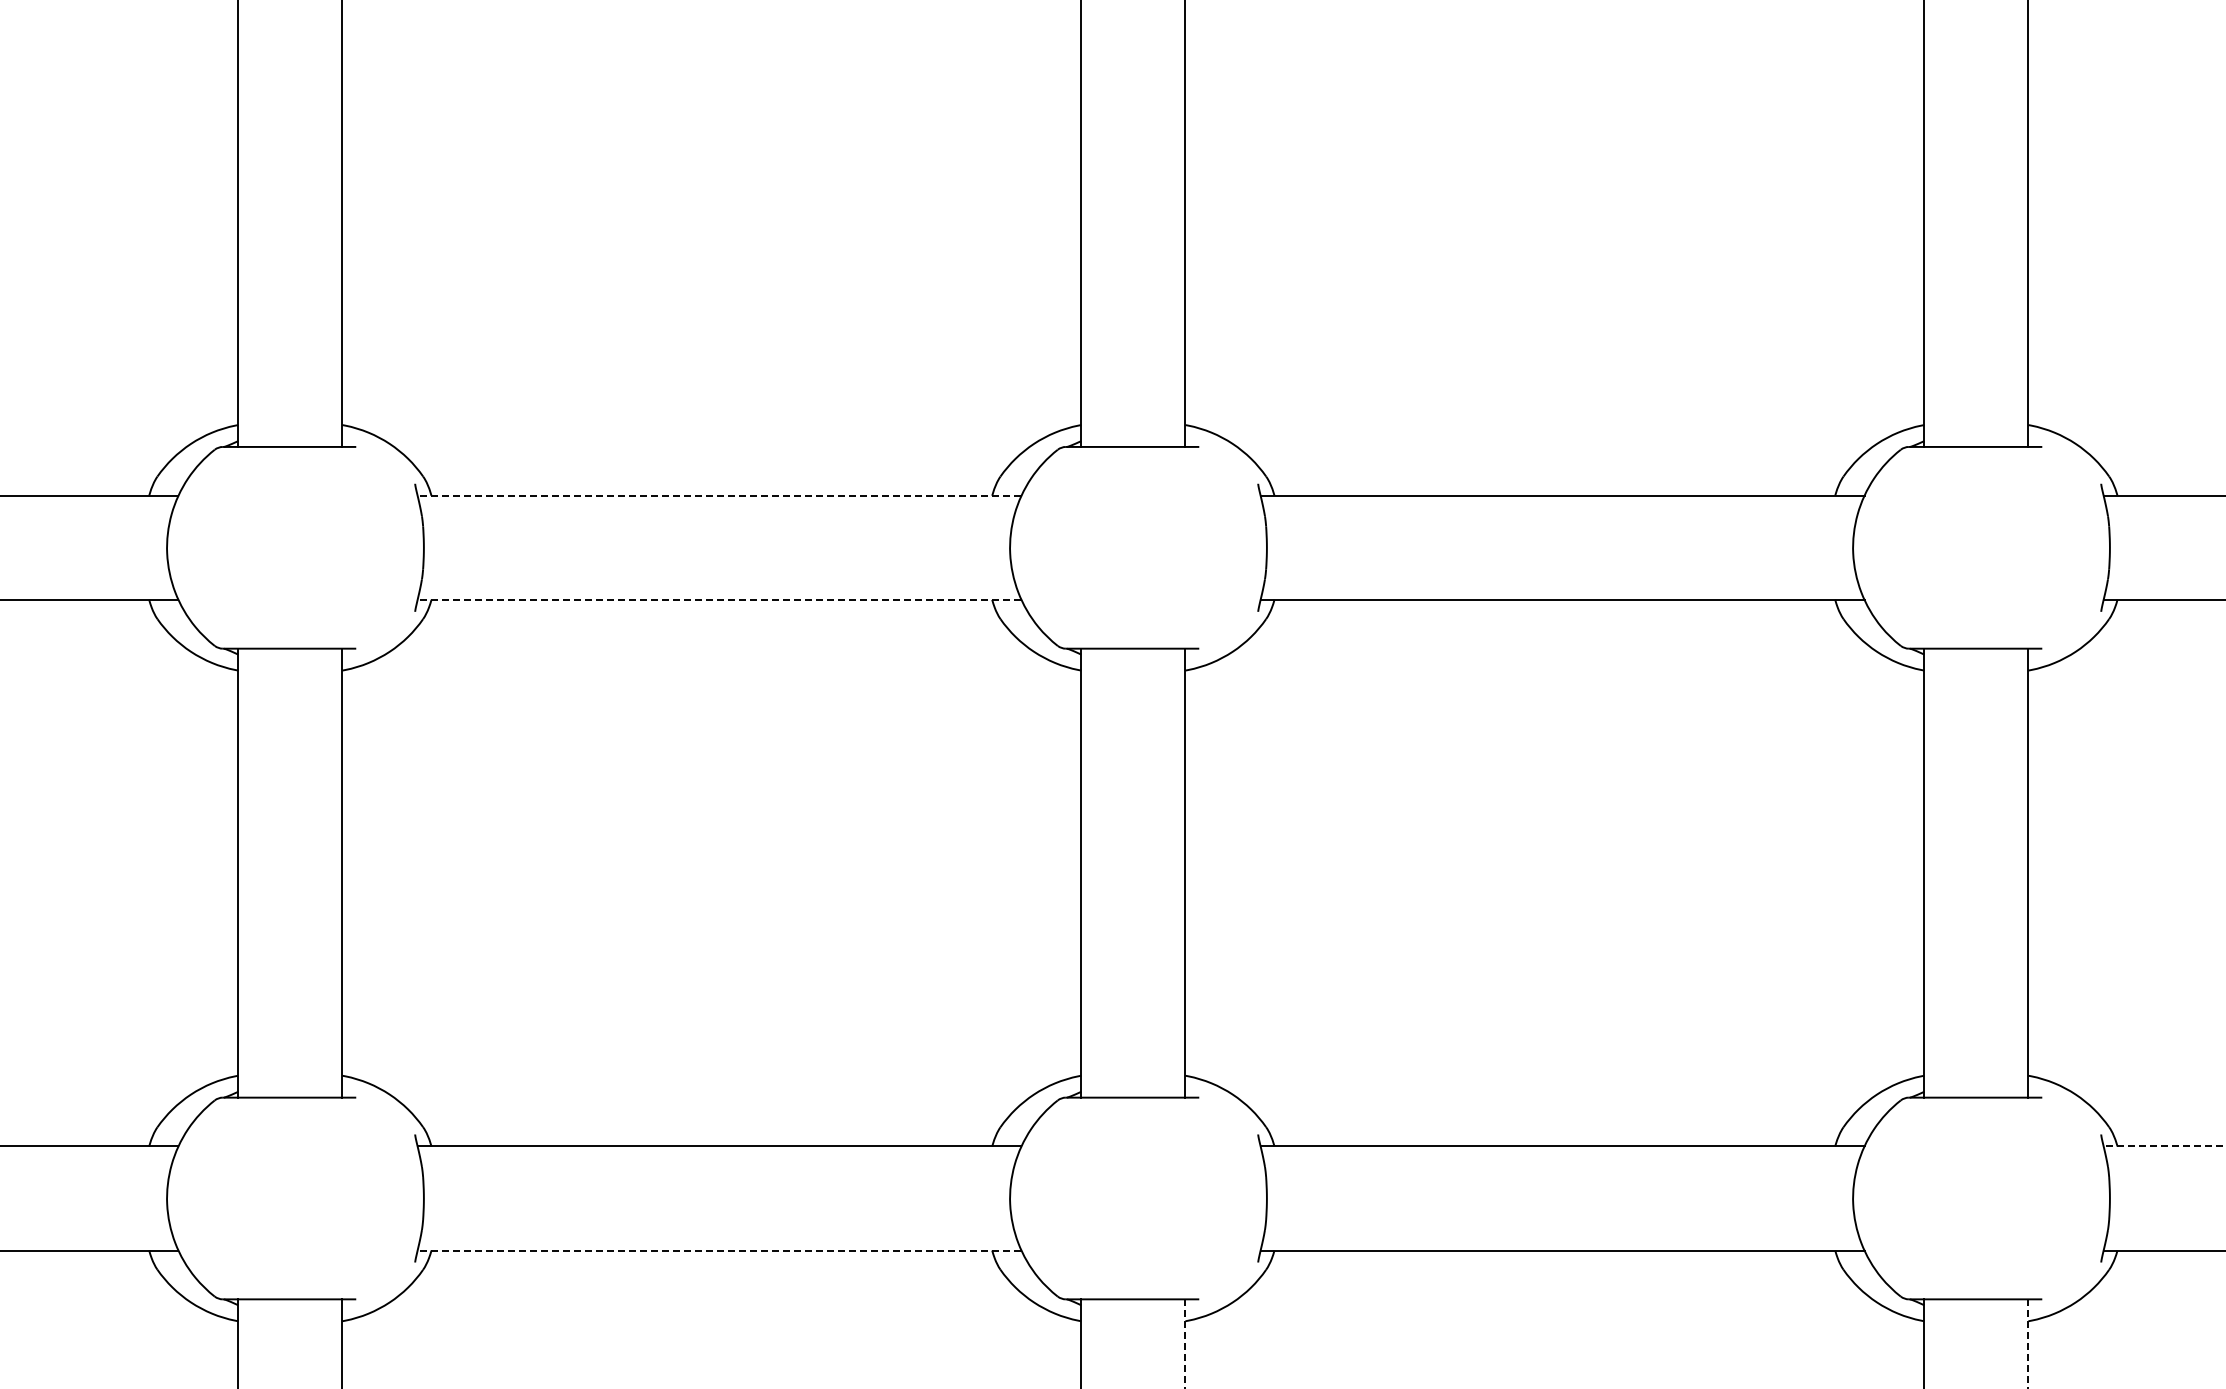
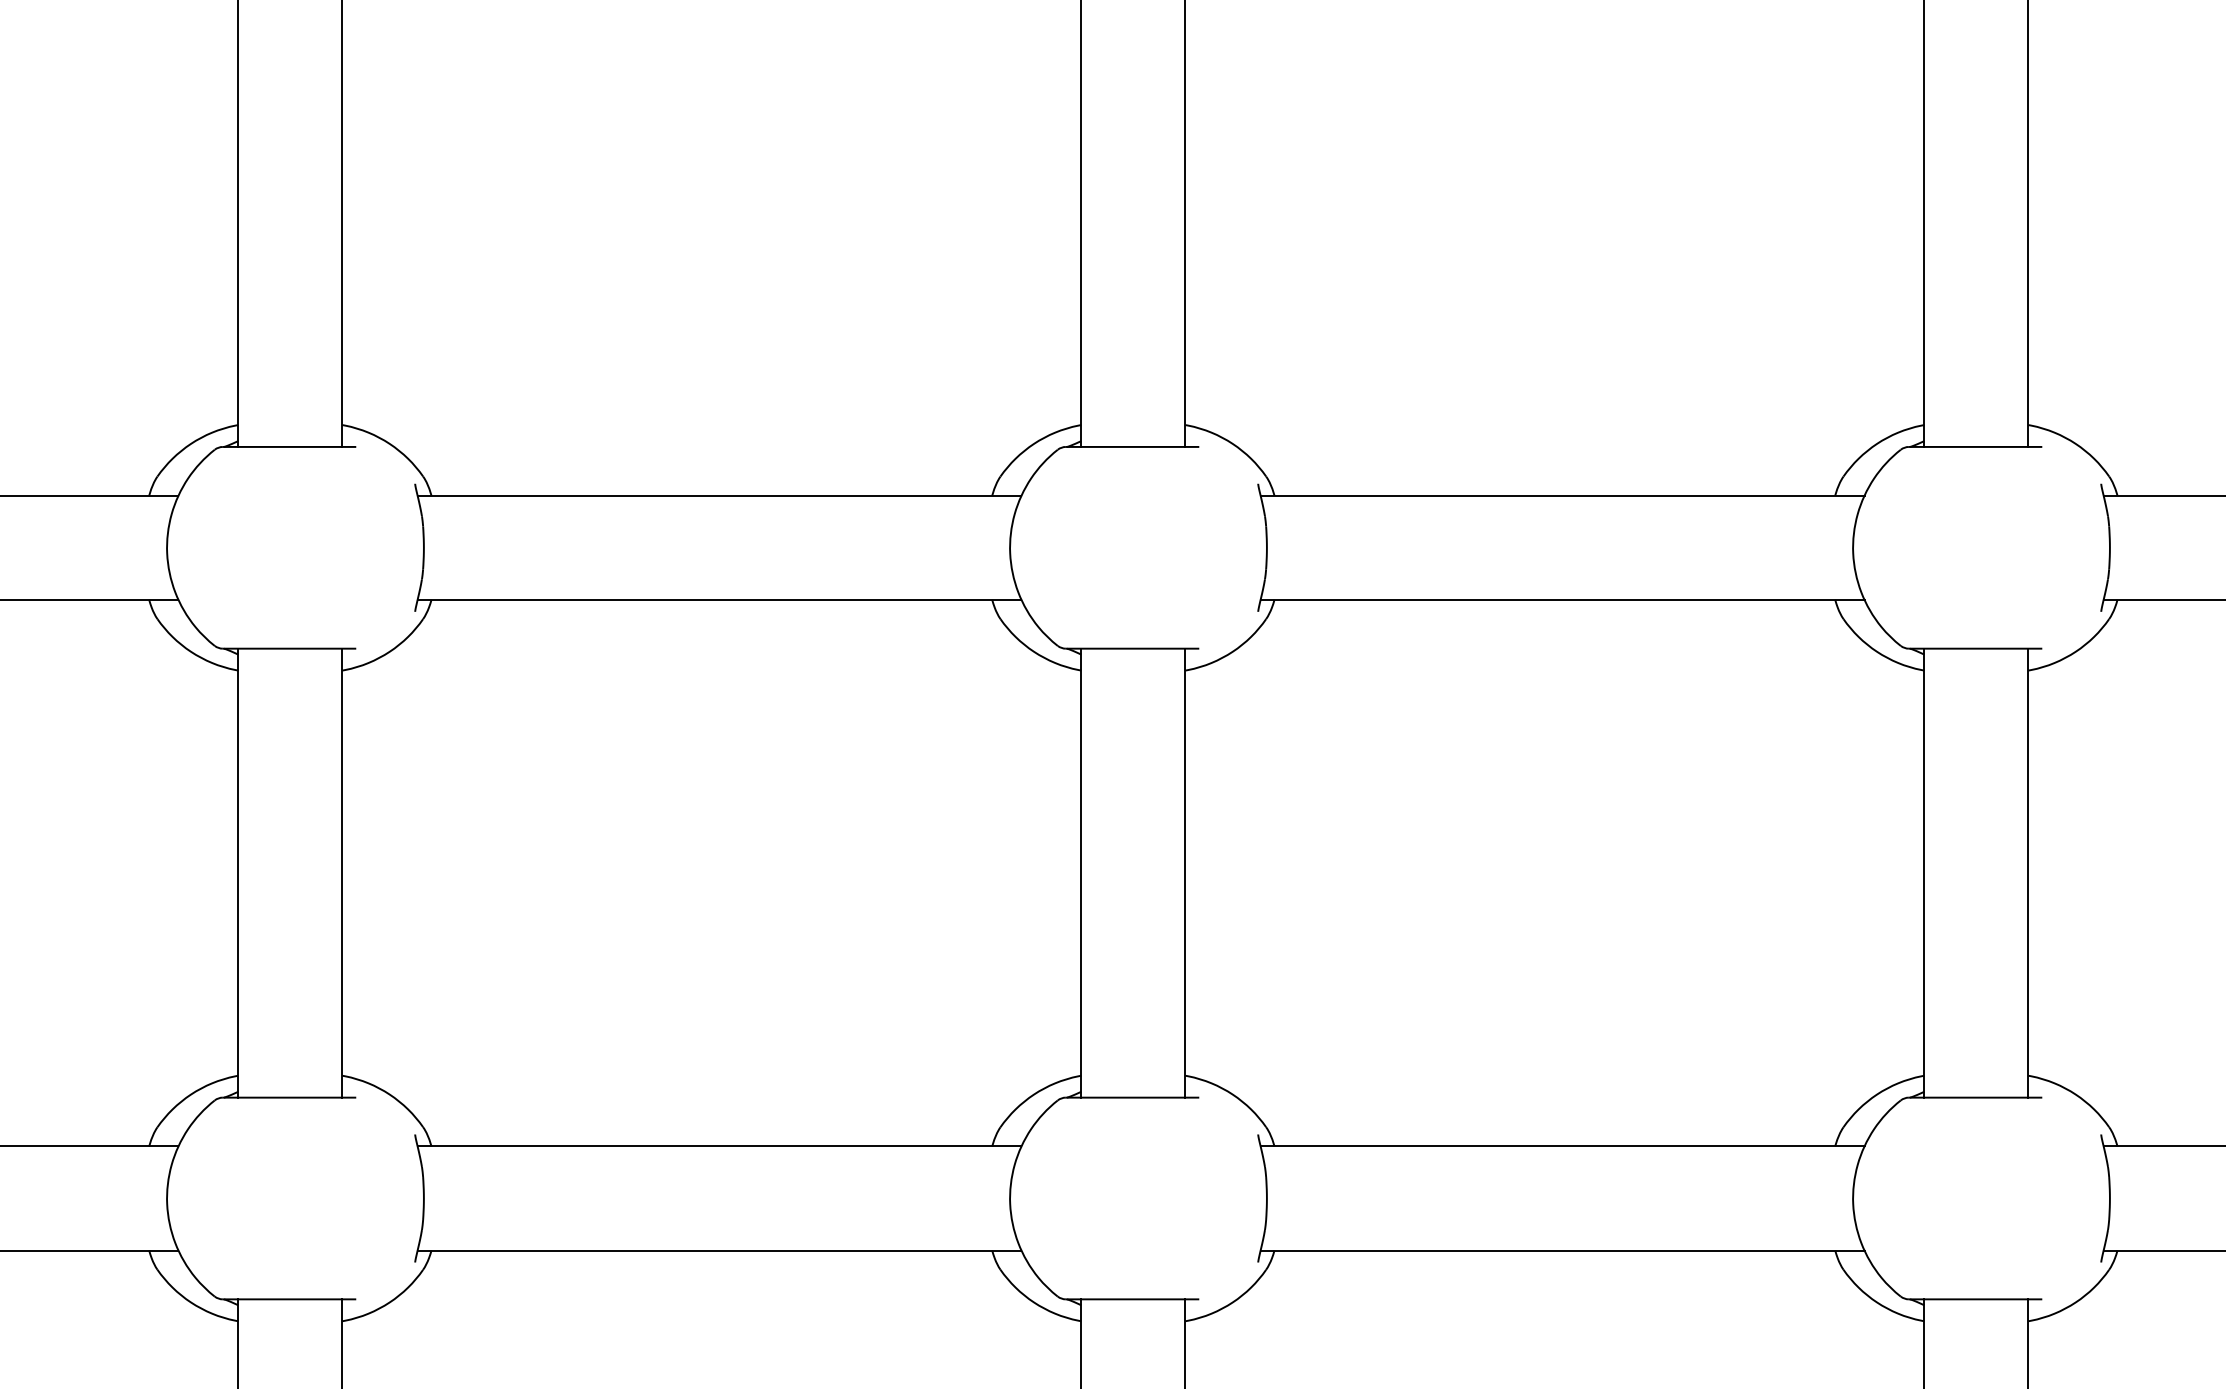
line at (719, 495): dashed -> solid
line at (719, 599): dashed -> solid
line at (2164, 1146): dashed -> solid
line at (719, 1250): dashed -> solid
line at (1185, 1344): dashed -> solid
line at (2028, 1344): dashed -> solid
